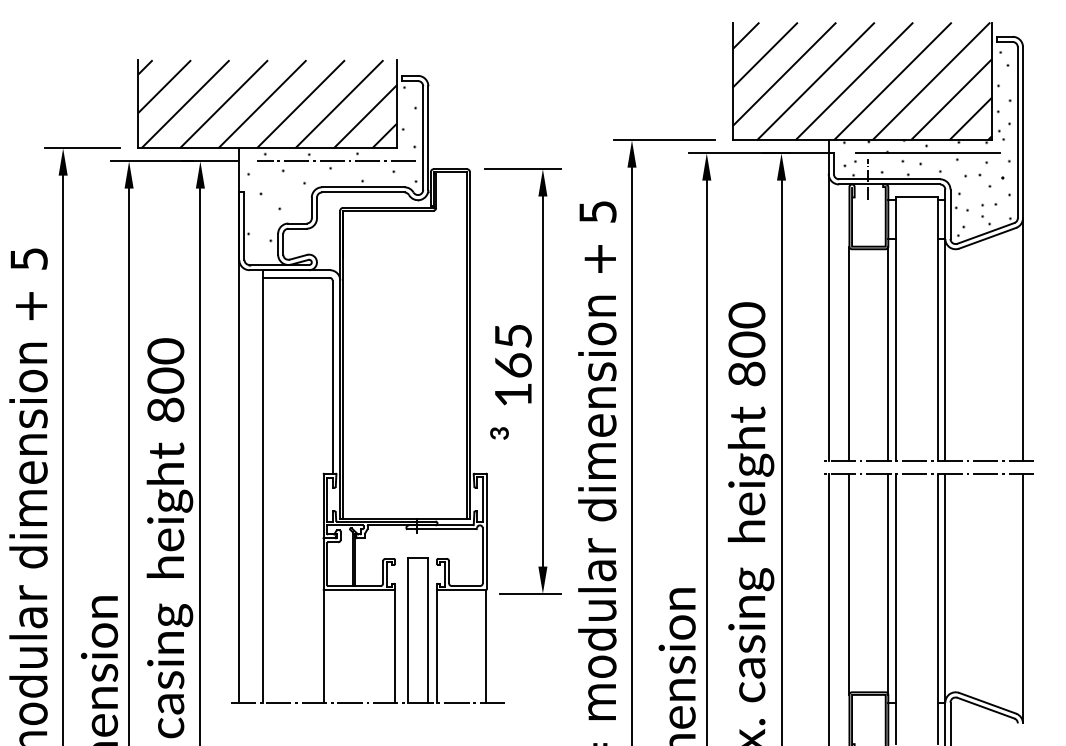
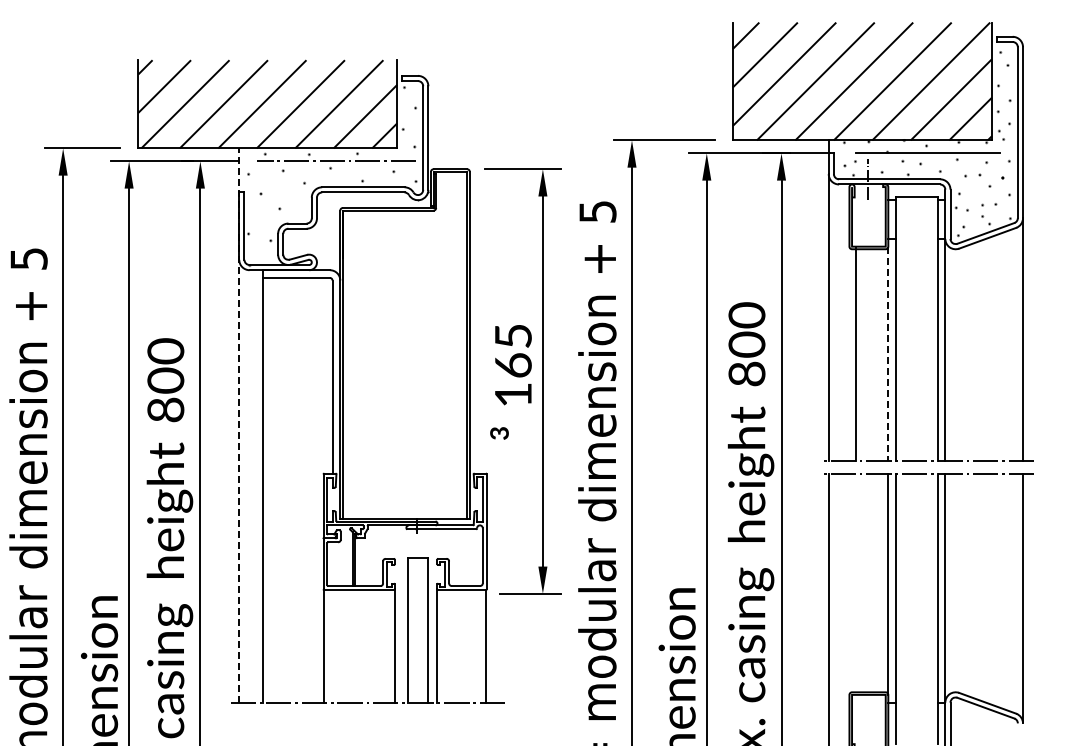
line at (849, 353) position: (849, 353) -> (856, 353)
line at (888, 354): solid -> dashed
line at (239, 425): solid -> dashed
line at (849, 583): present -> none
